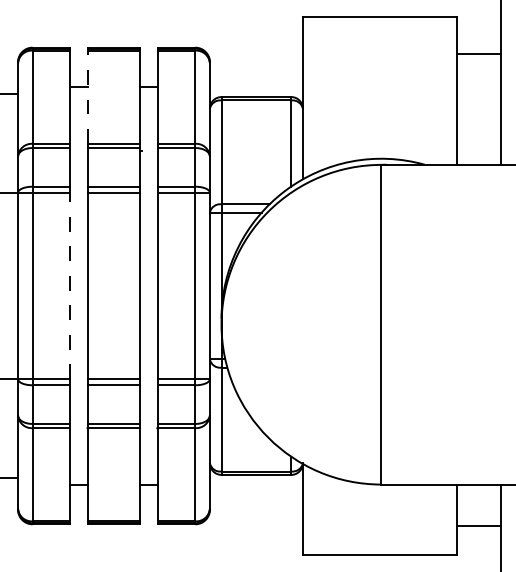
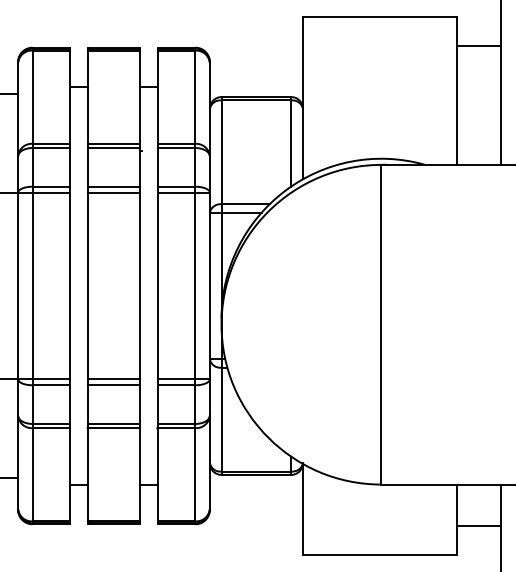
line at (478, 54) position: (478, 54) -> (478, 46)
line at (87, 97): dashed -> solid
line at (70, 285): dashed -> solid
